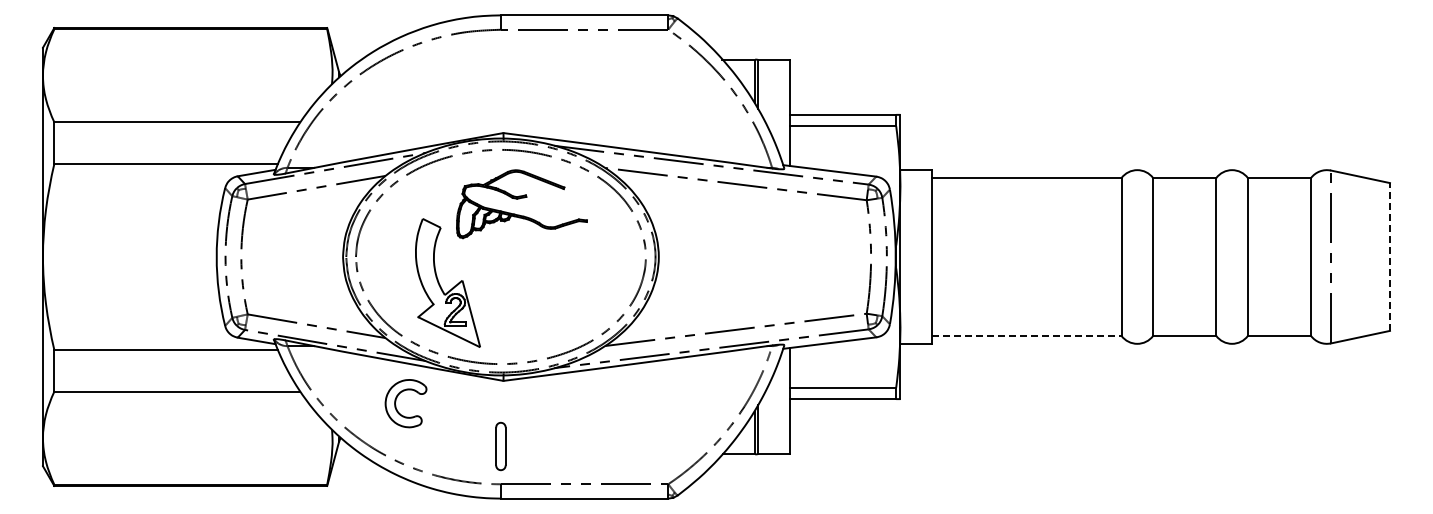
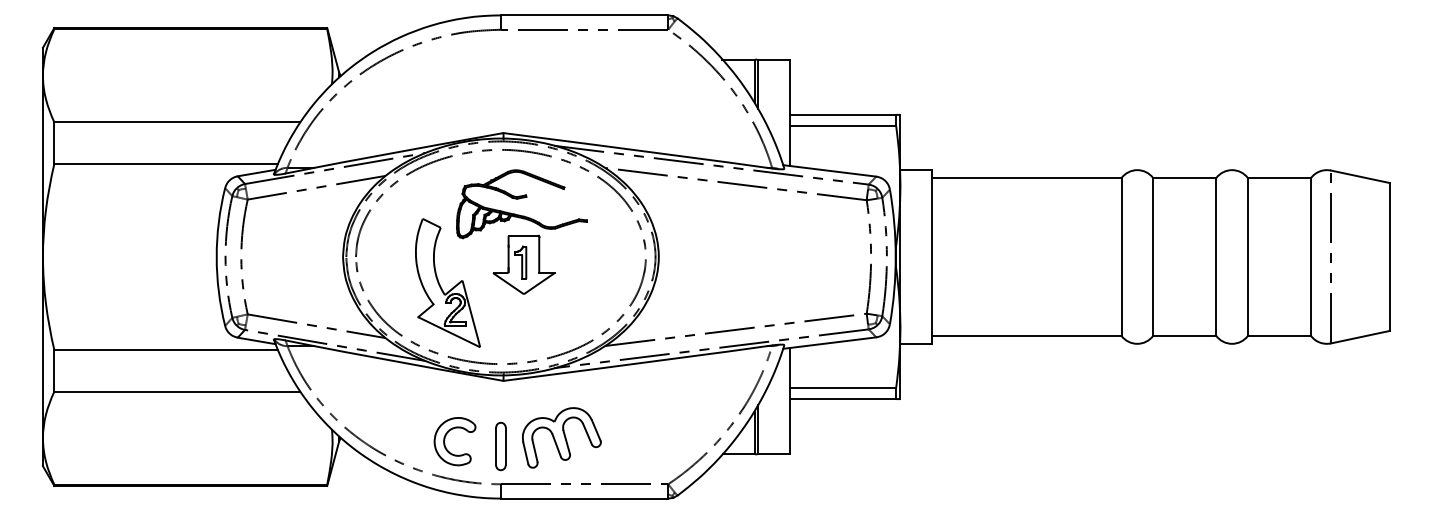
line at (1390, 257): dashed -> solid
part at (523, 264): none -> present
line at (1026, 335): dashed -> solid
part at (396, 401) position: (396, 401) -> (445, 439)
part at (561, 437): none -> present
